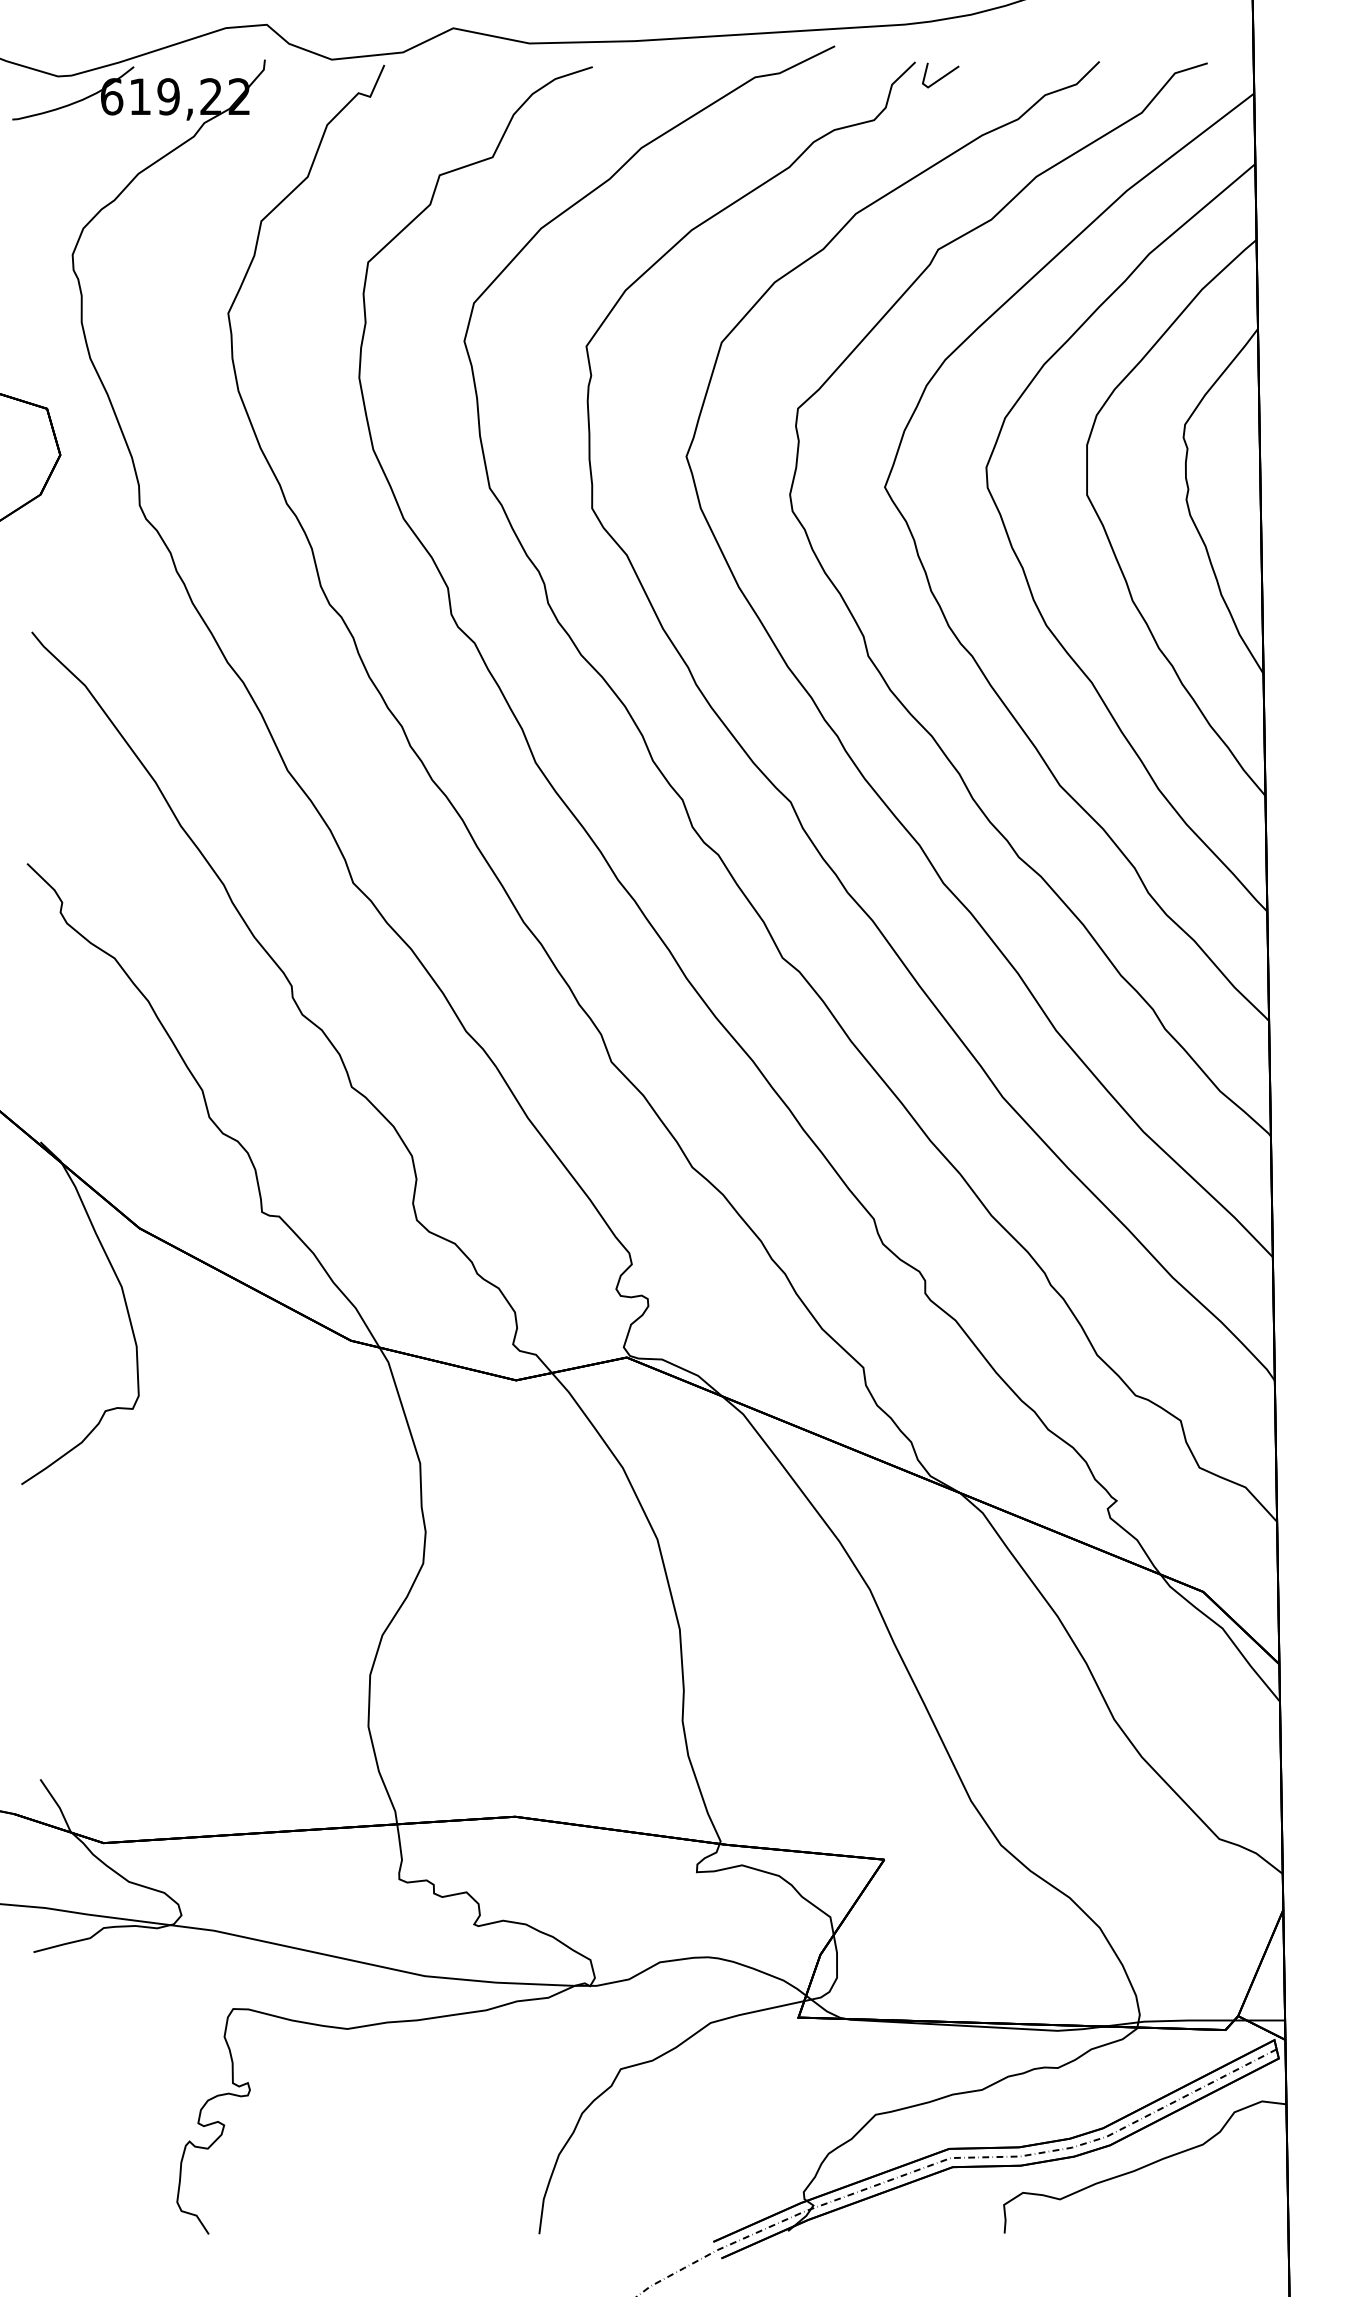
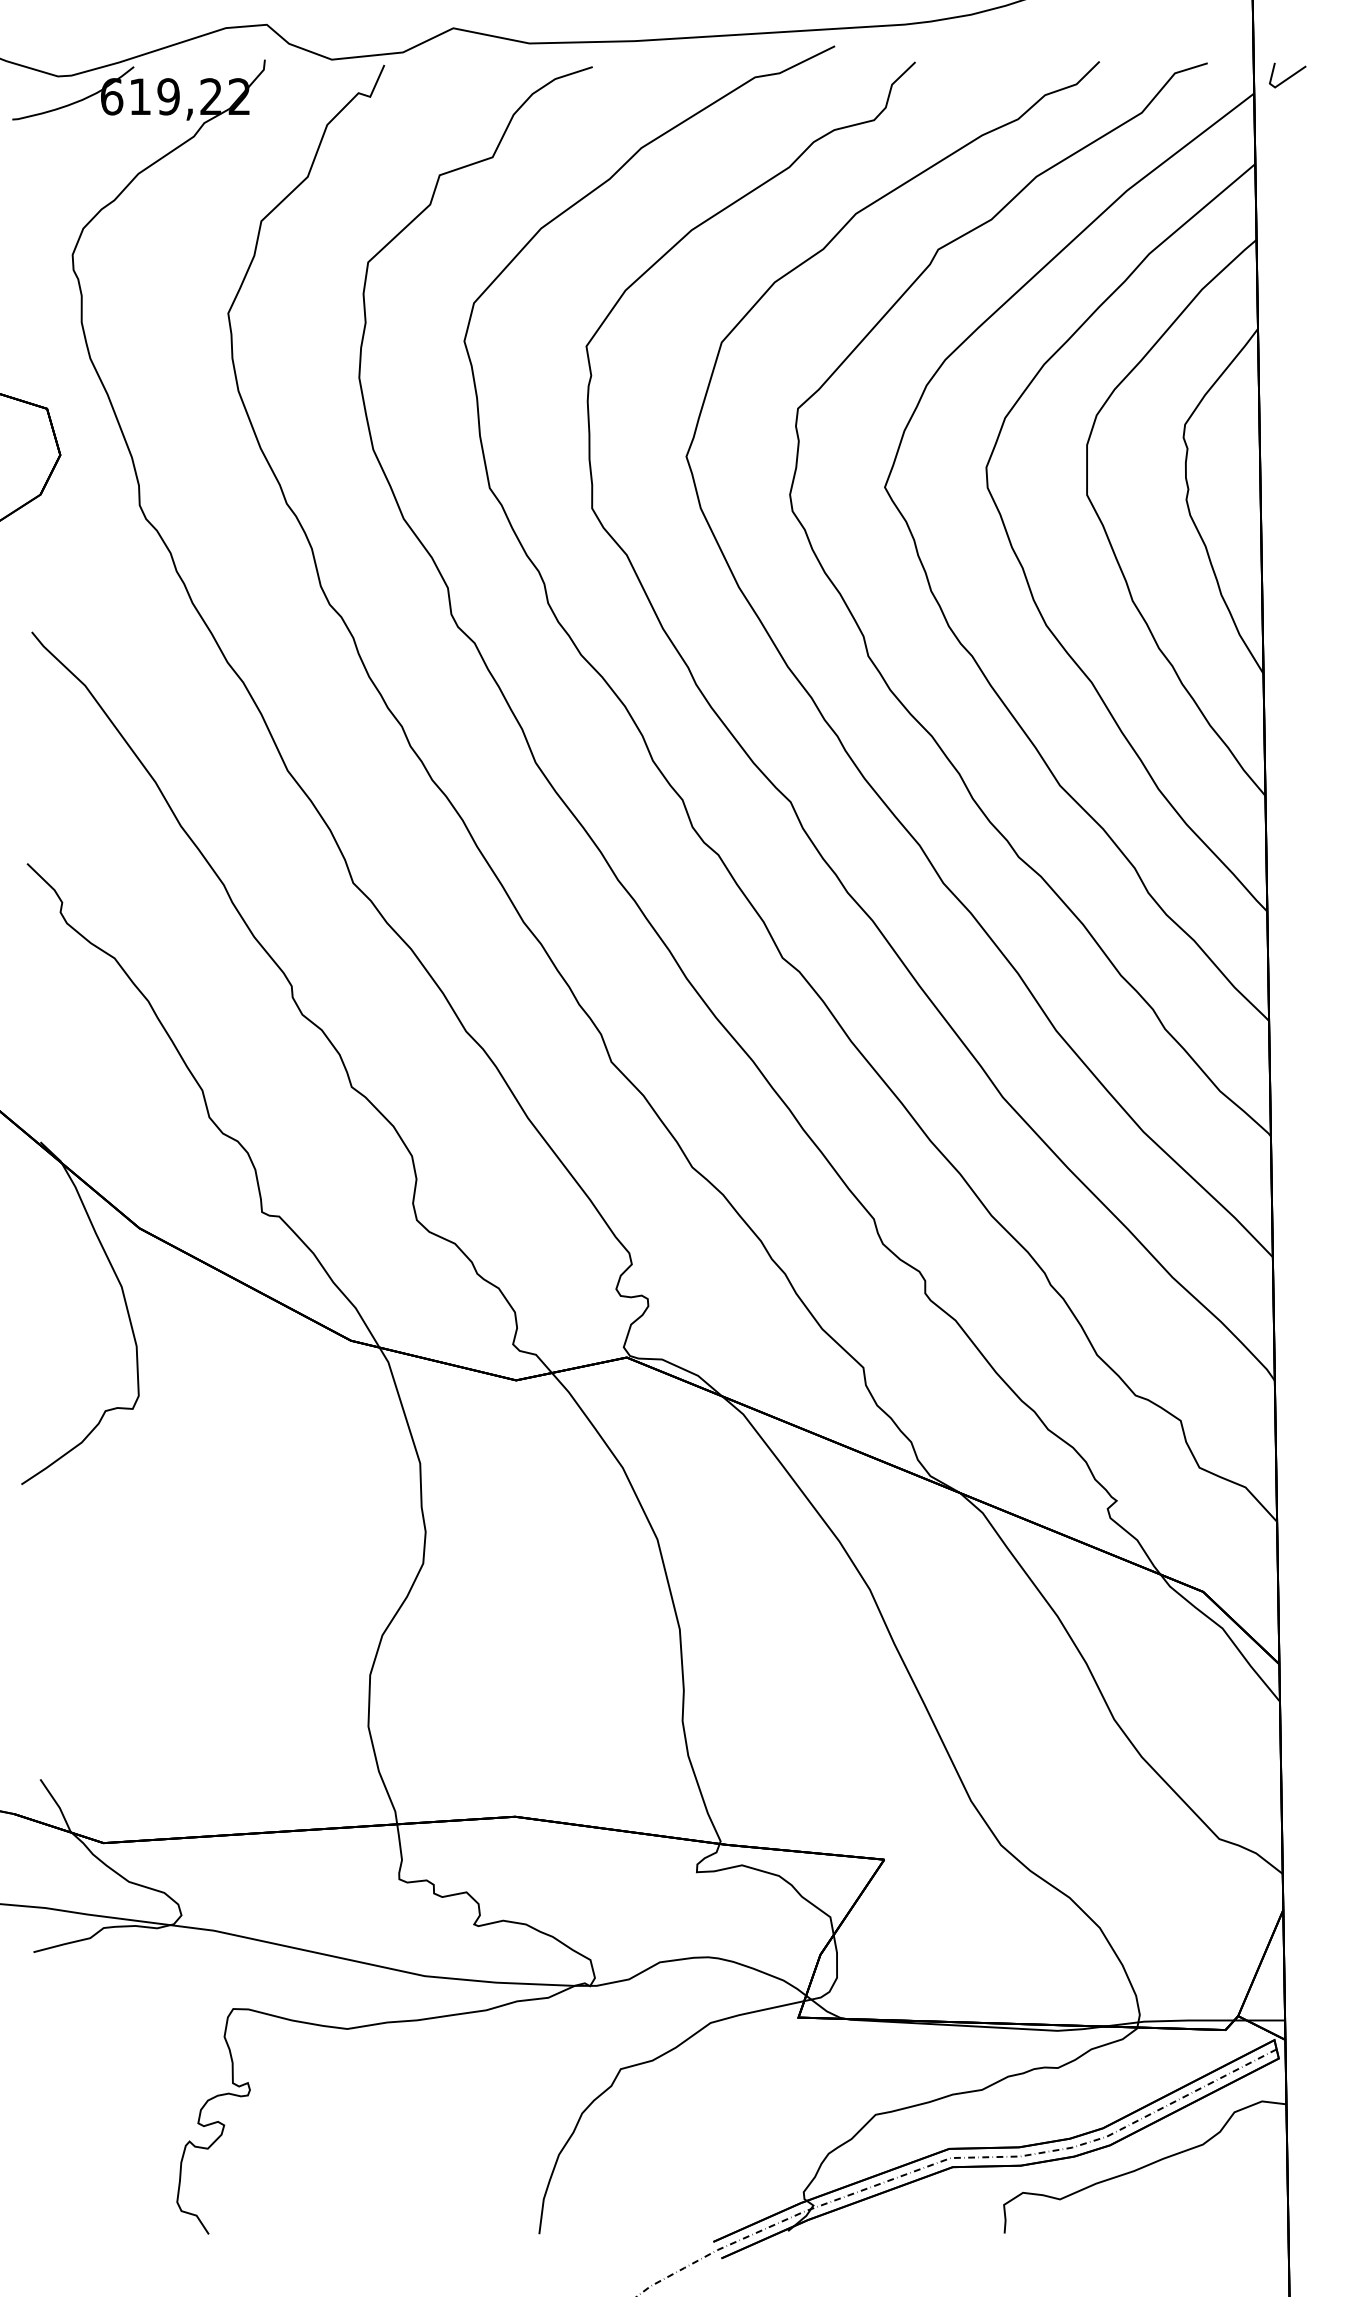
line at (940, 77) position: (940, 77) -> (1287, 77)
